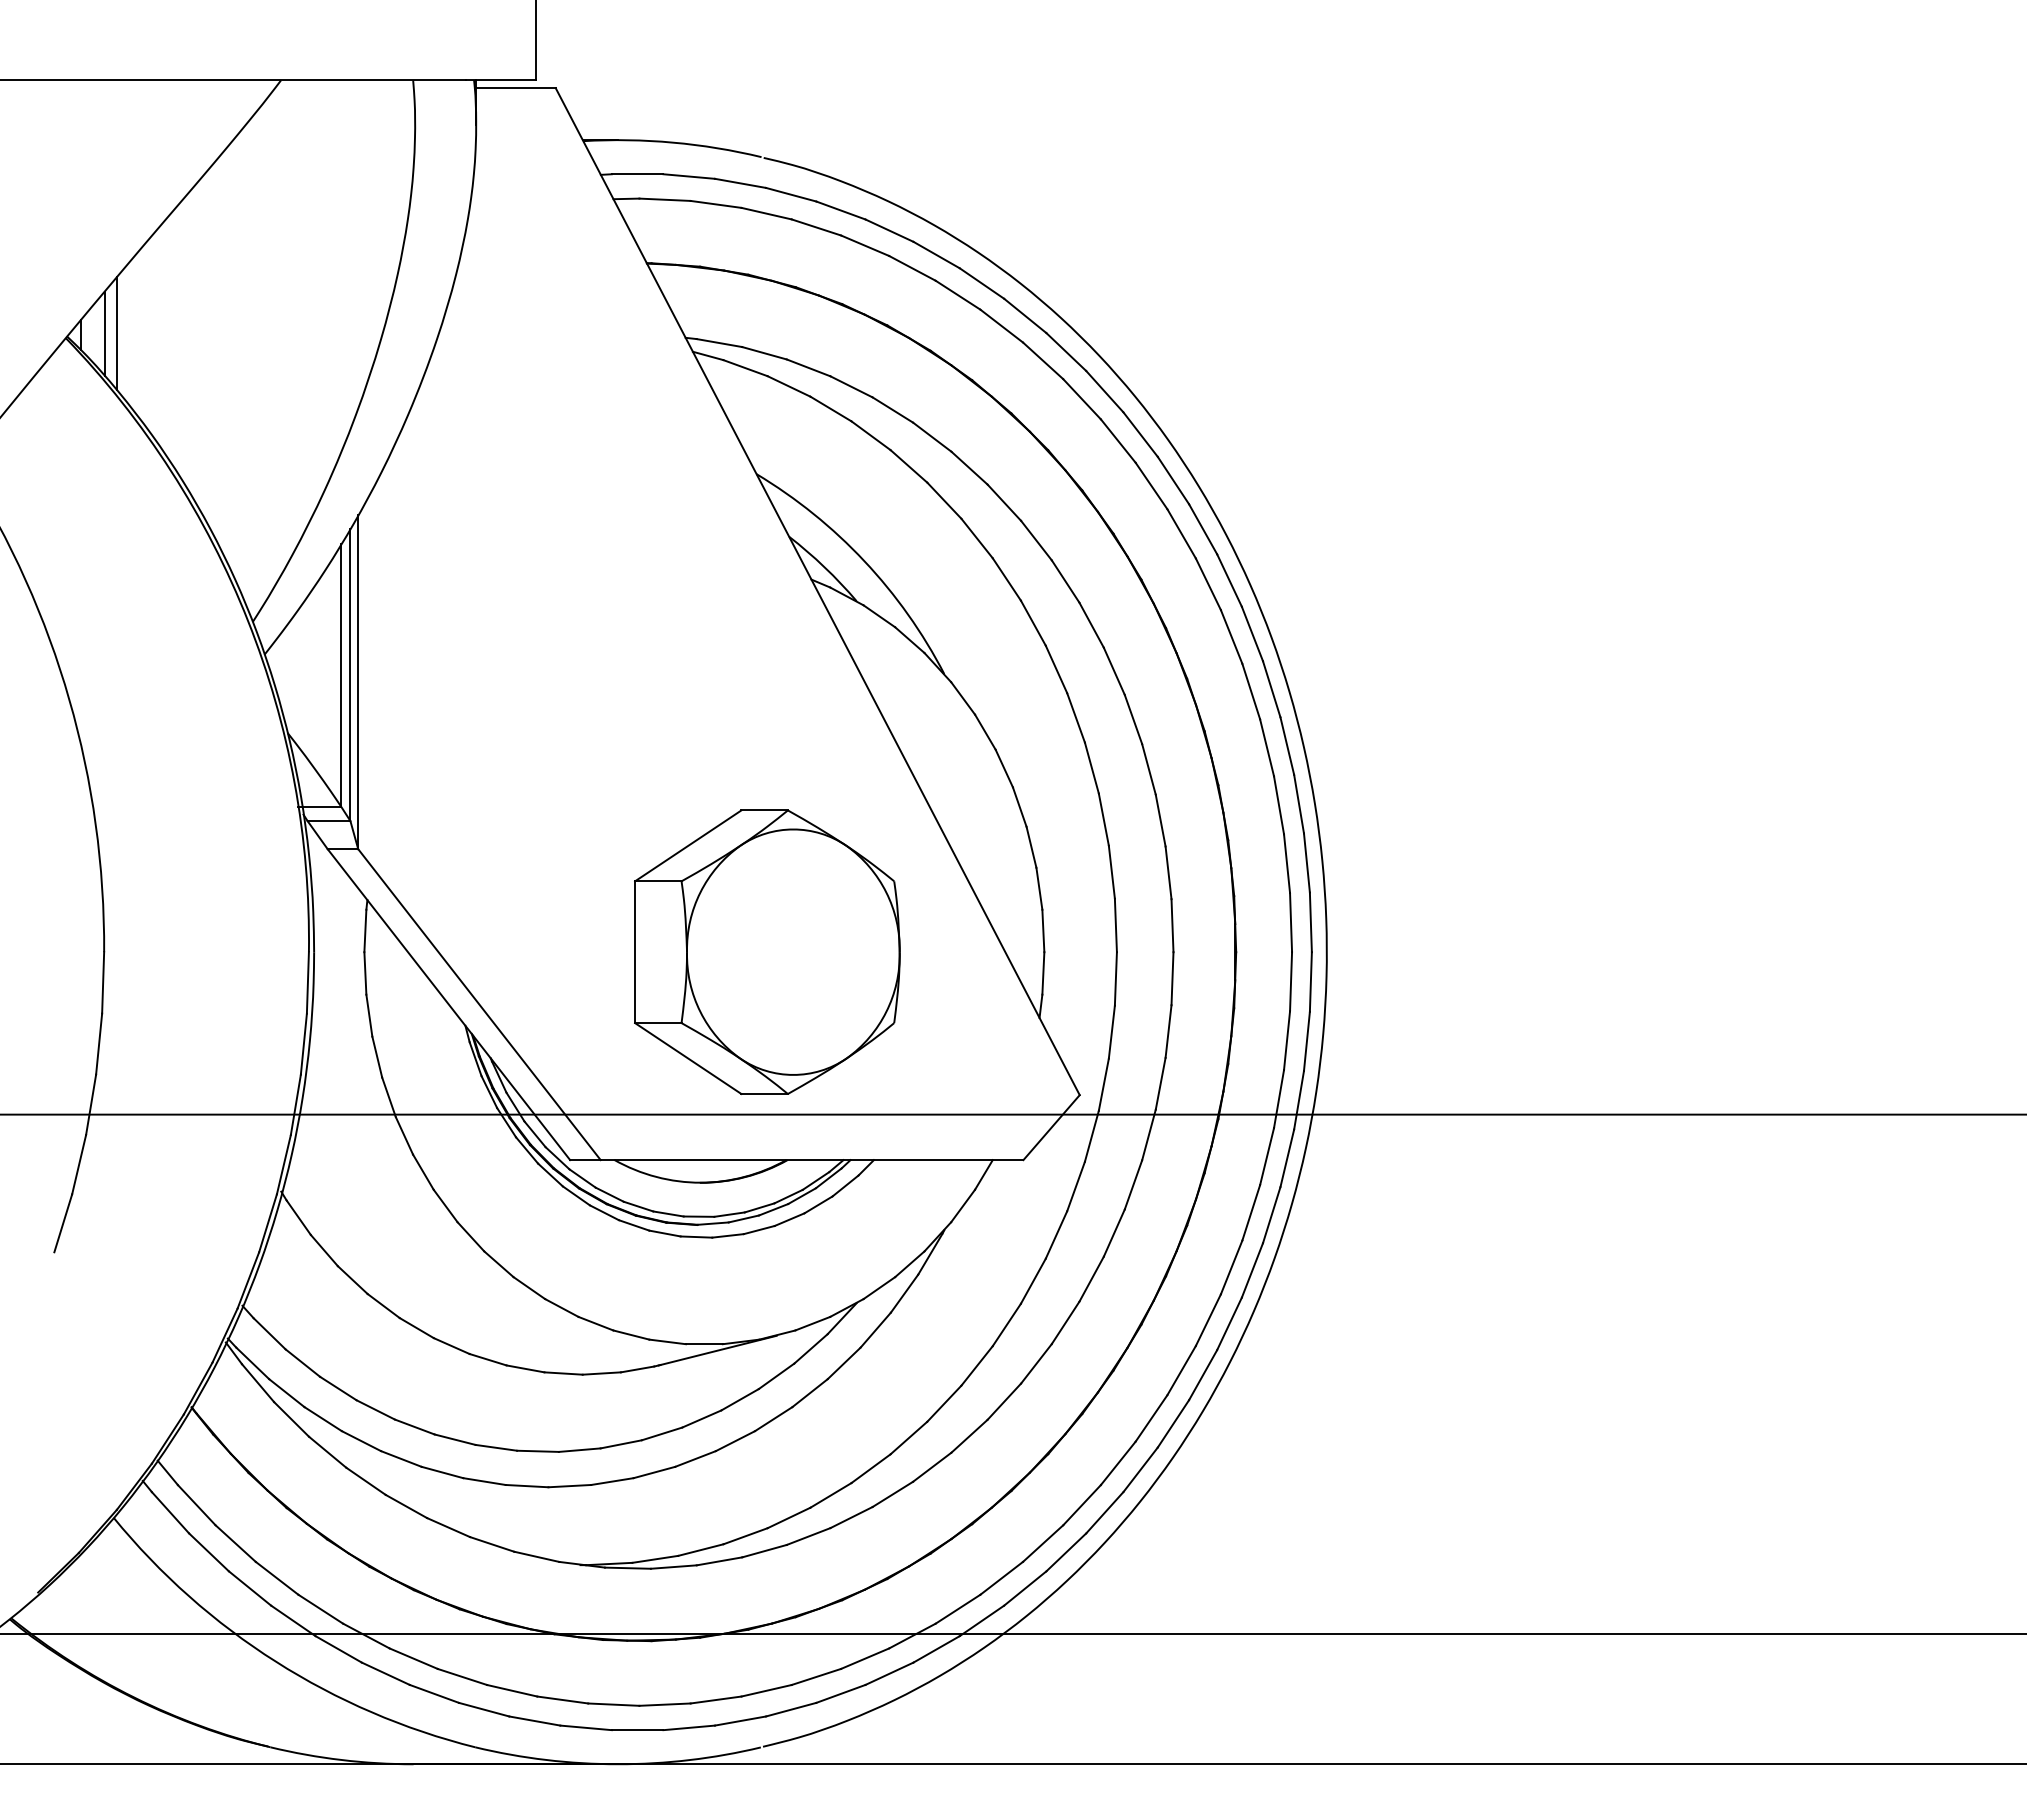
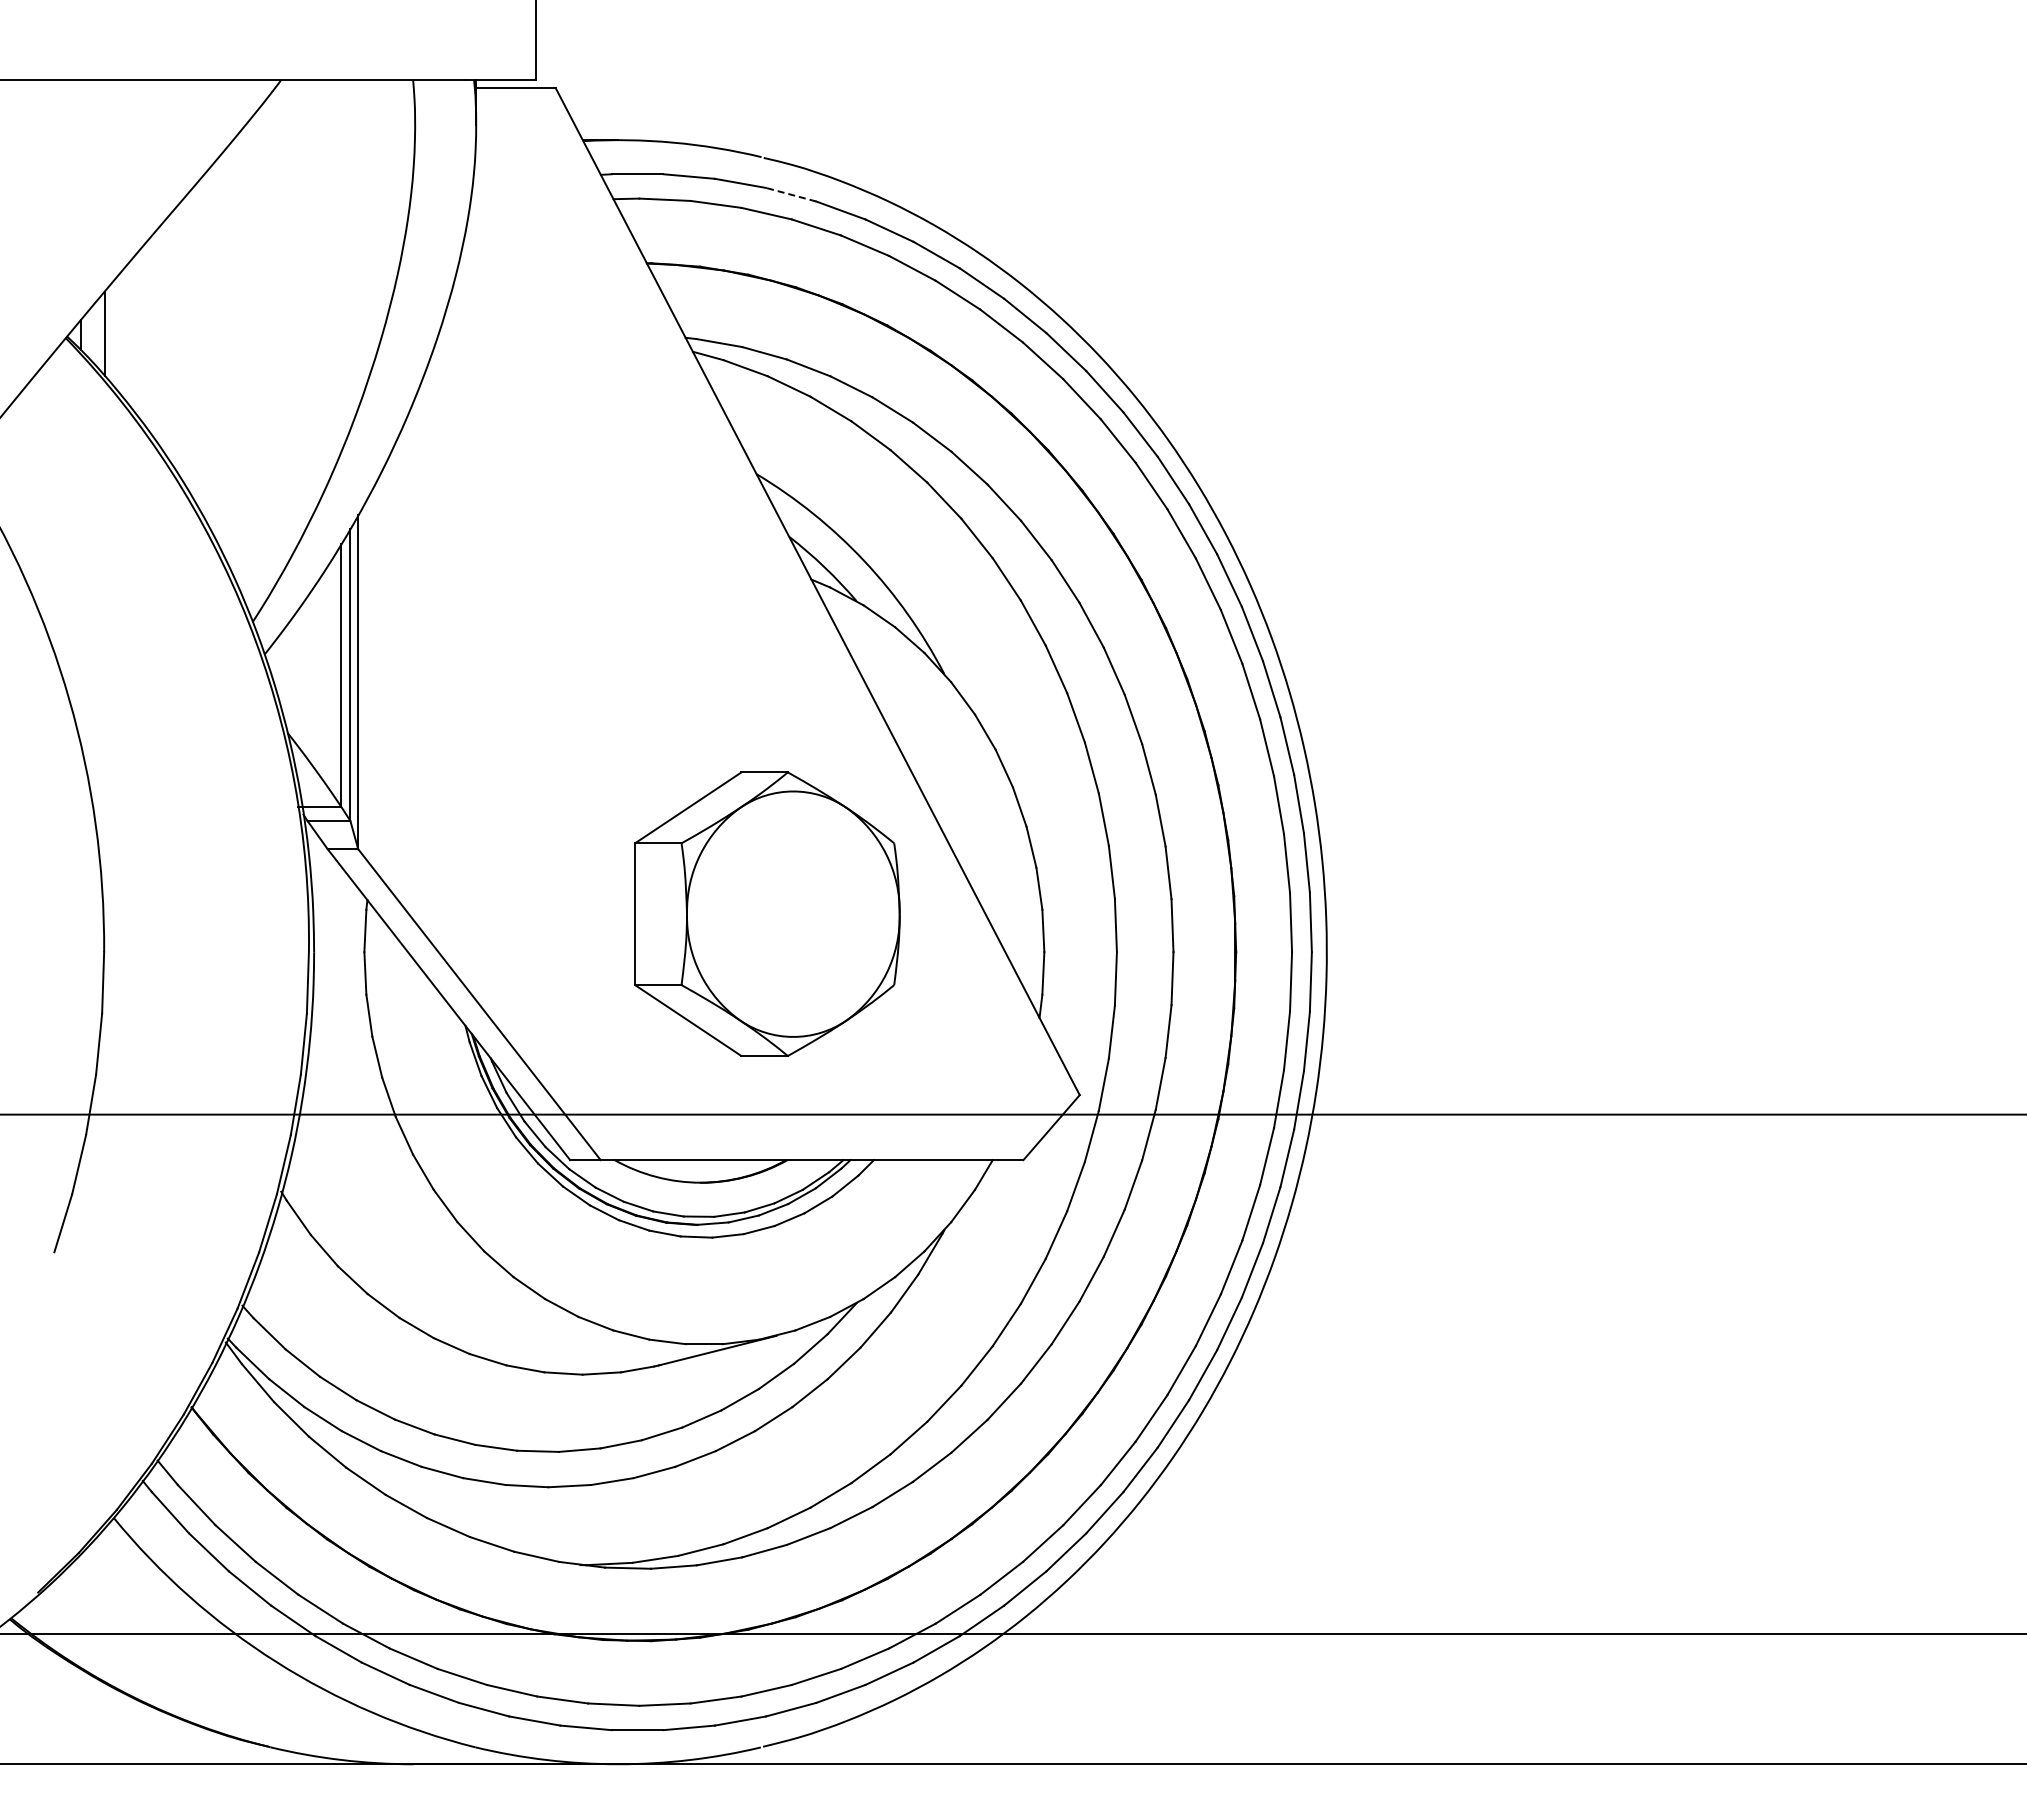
line at (790, 194): solid -> dashed
line at (117, 333): present -> none
part at (767, 951) position: (767, 951) -> (767, 913)
